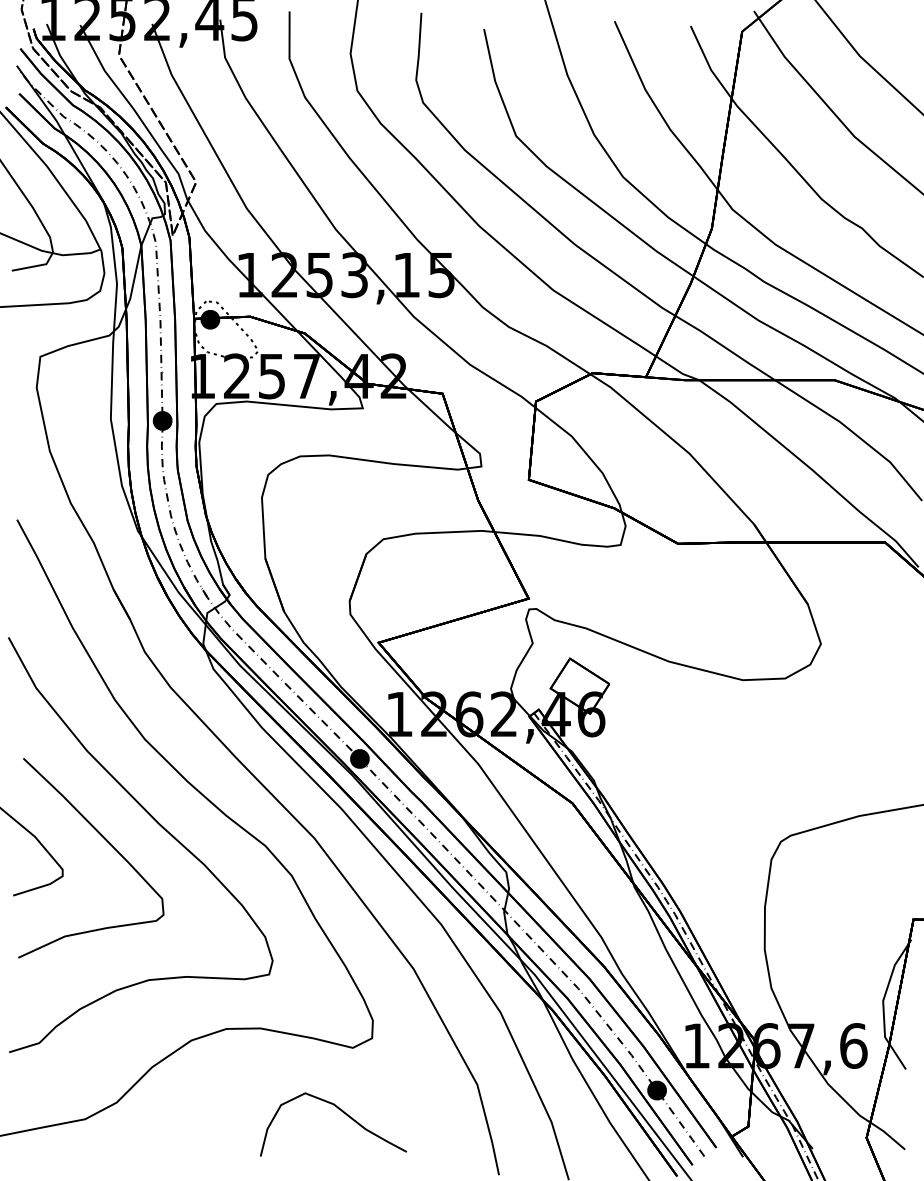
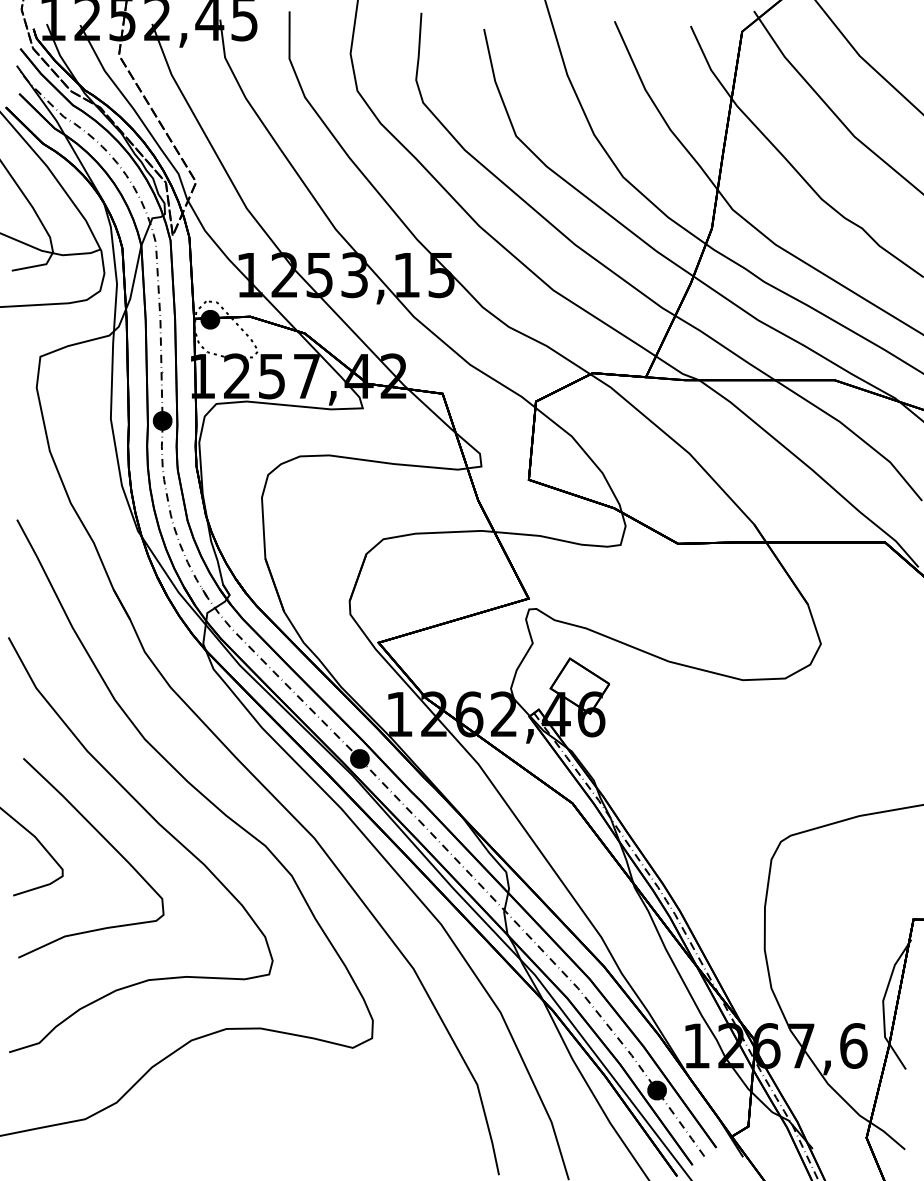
curve at (343, 1113): present -> none
